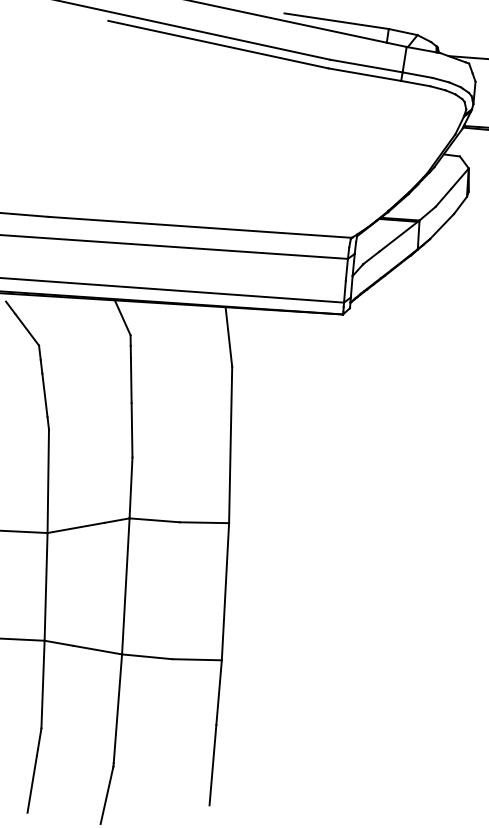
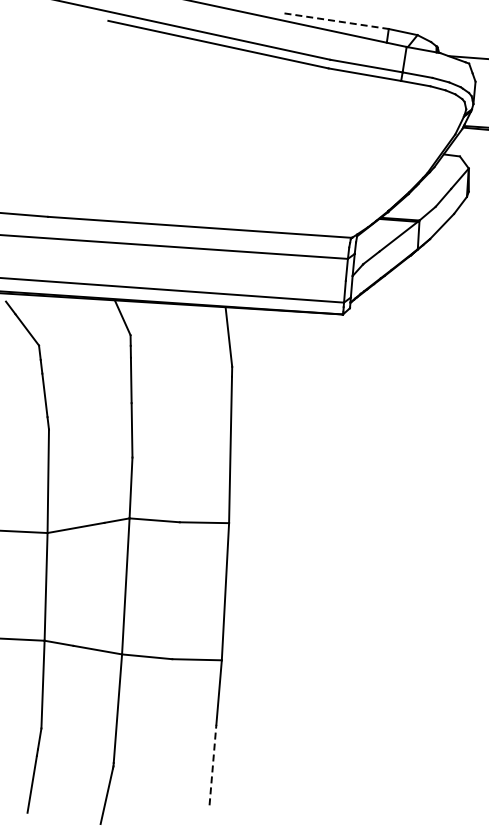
line at (336, 21): solid -> dashed
line at (213, 764): solid -> dashed
